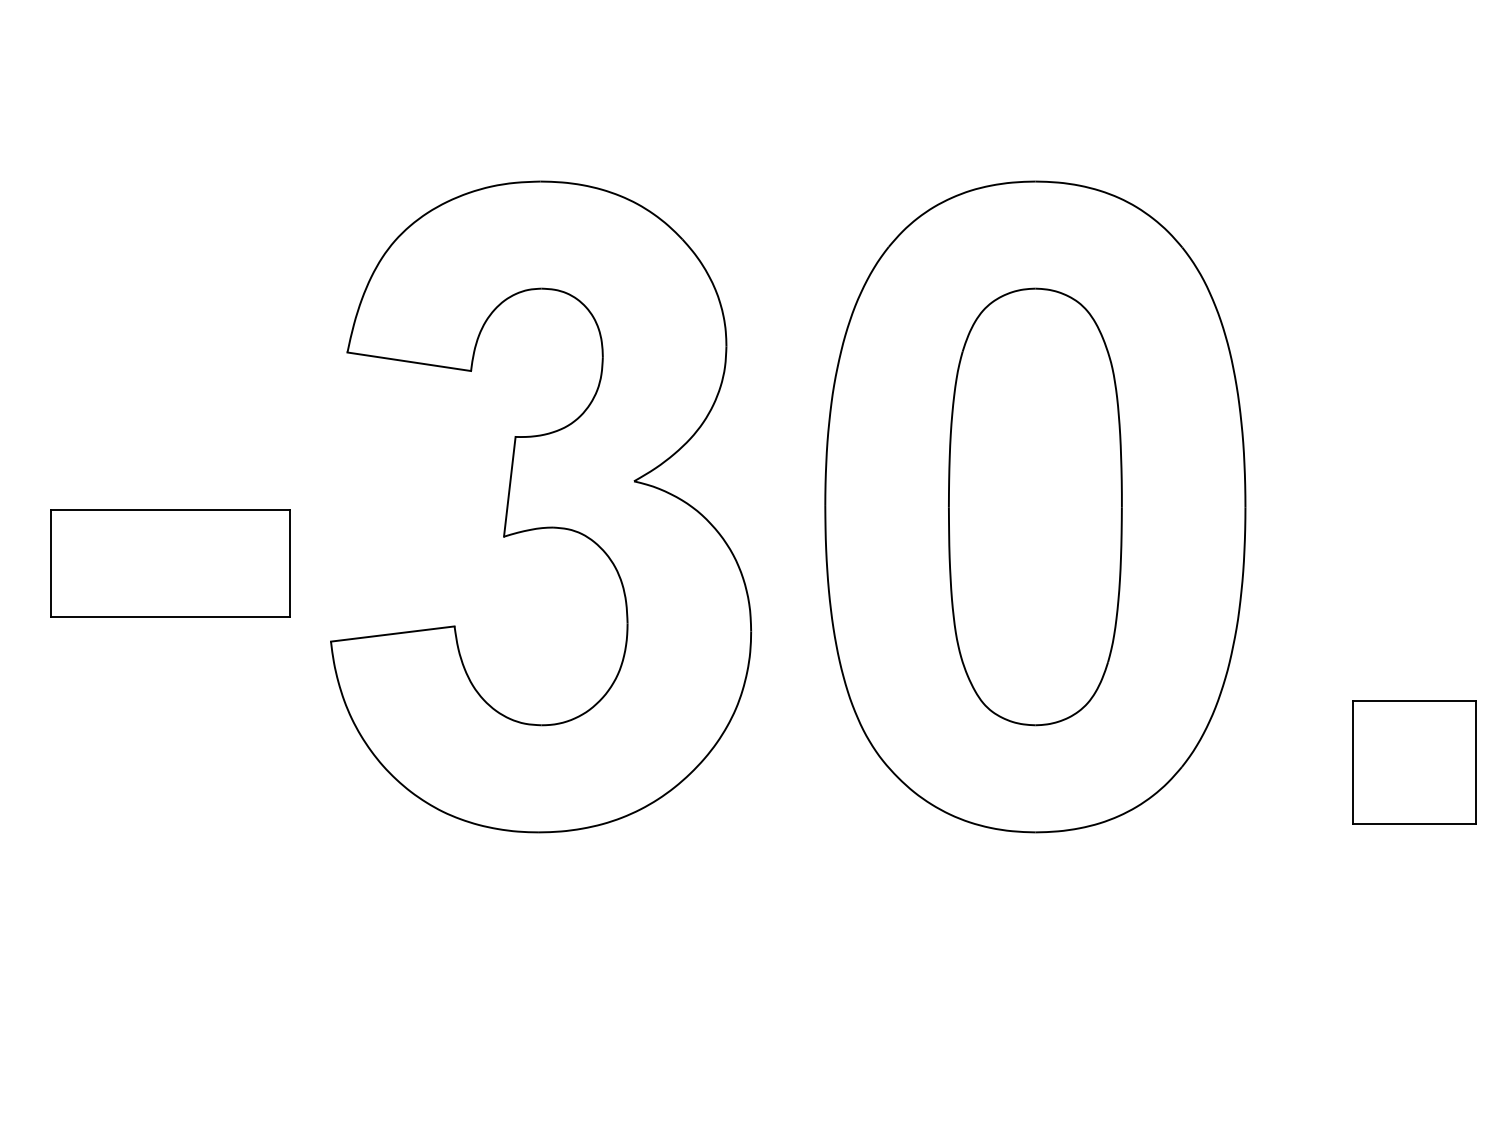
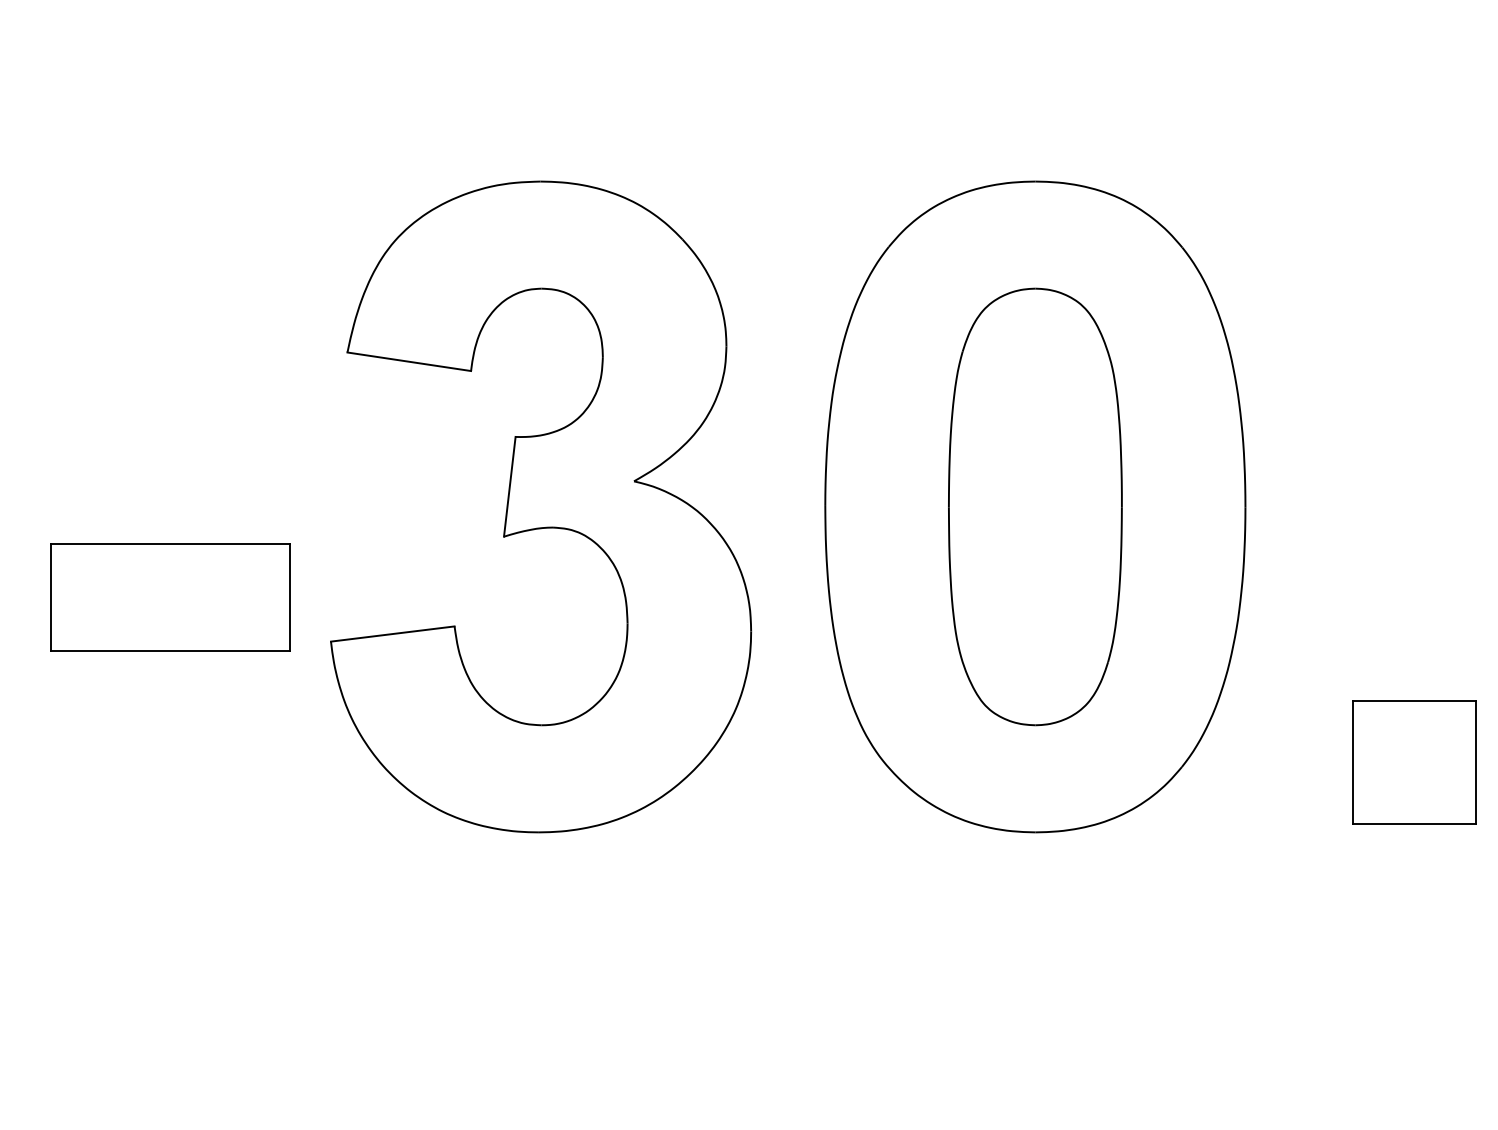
part at (170, 563) position: (170, 563) -> (170, 597)
